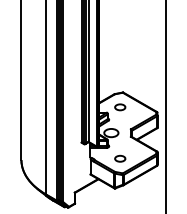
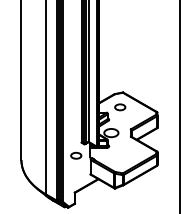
line at (165, 106) position: (165, 106) -> (179, 106)
part at (120, 158) position: (120, 158) -> (76, 155)
